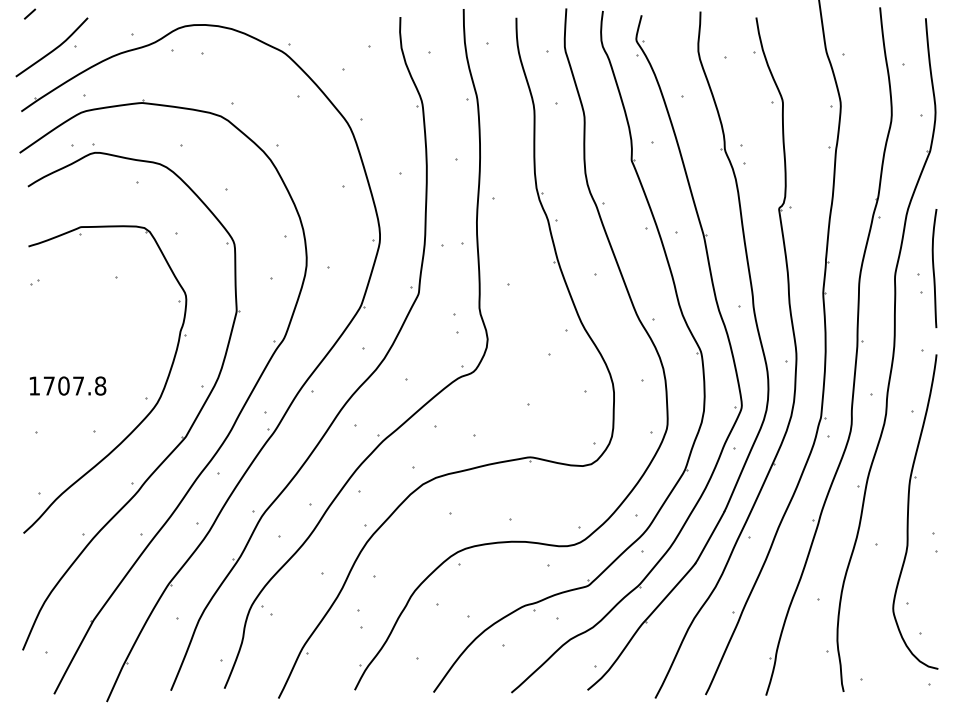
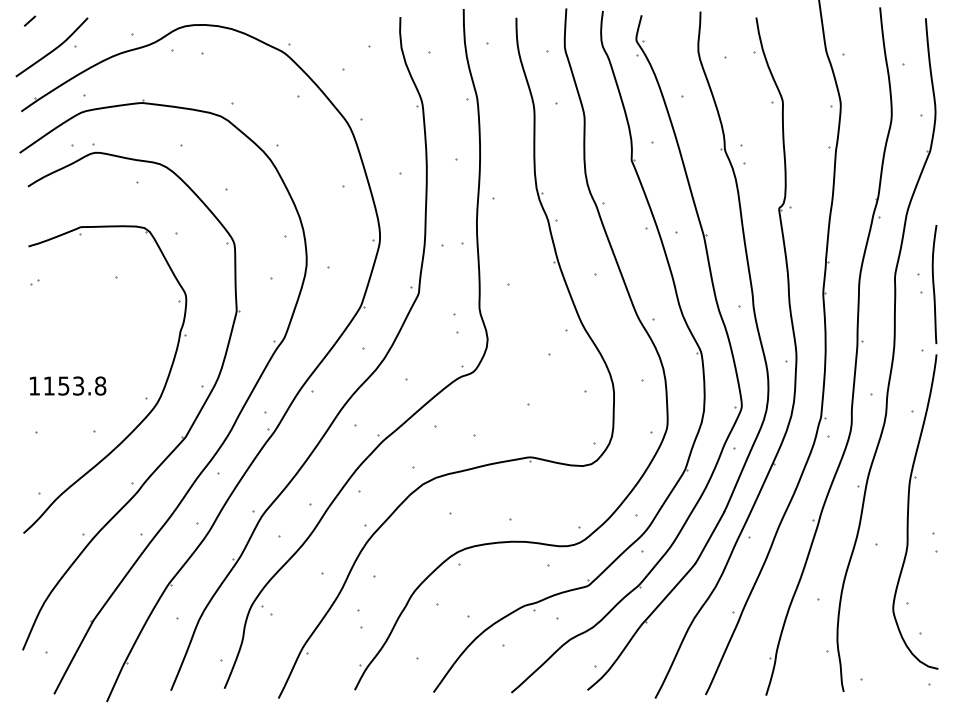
line at (30, 13) position: (30, 13) -> (30, 20)
curve at (934, 268) position: (934, 268) -> (934, 284)
text at (63, 385): 1707.8 -> 1153.8
